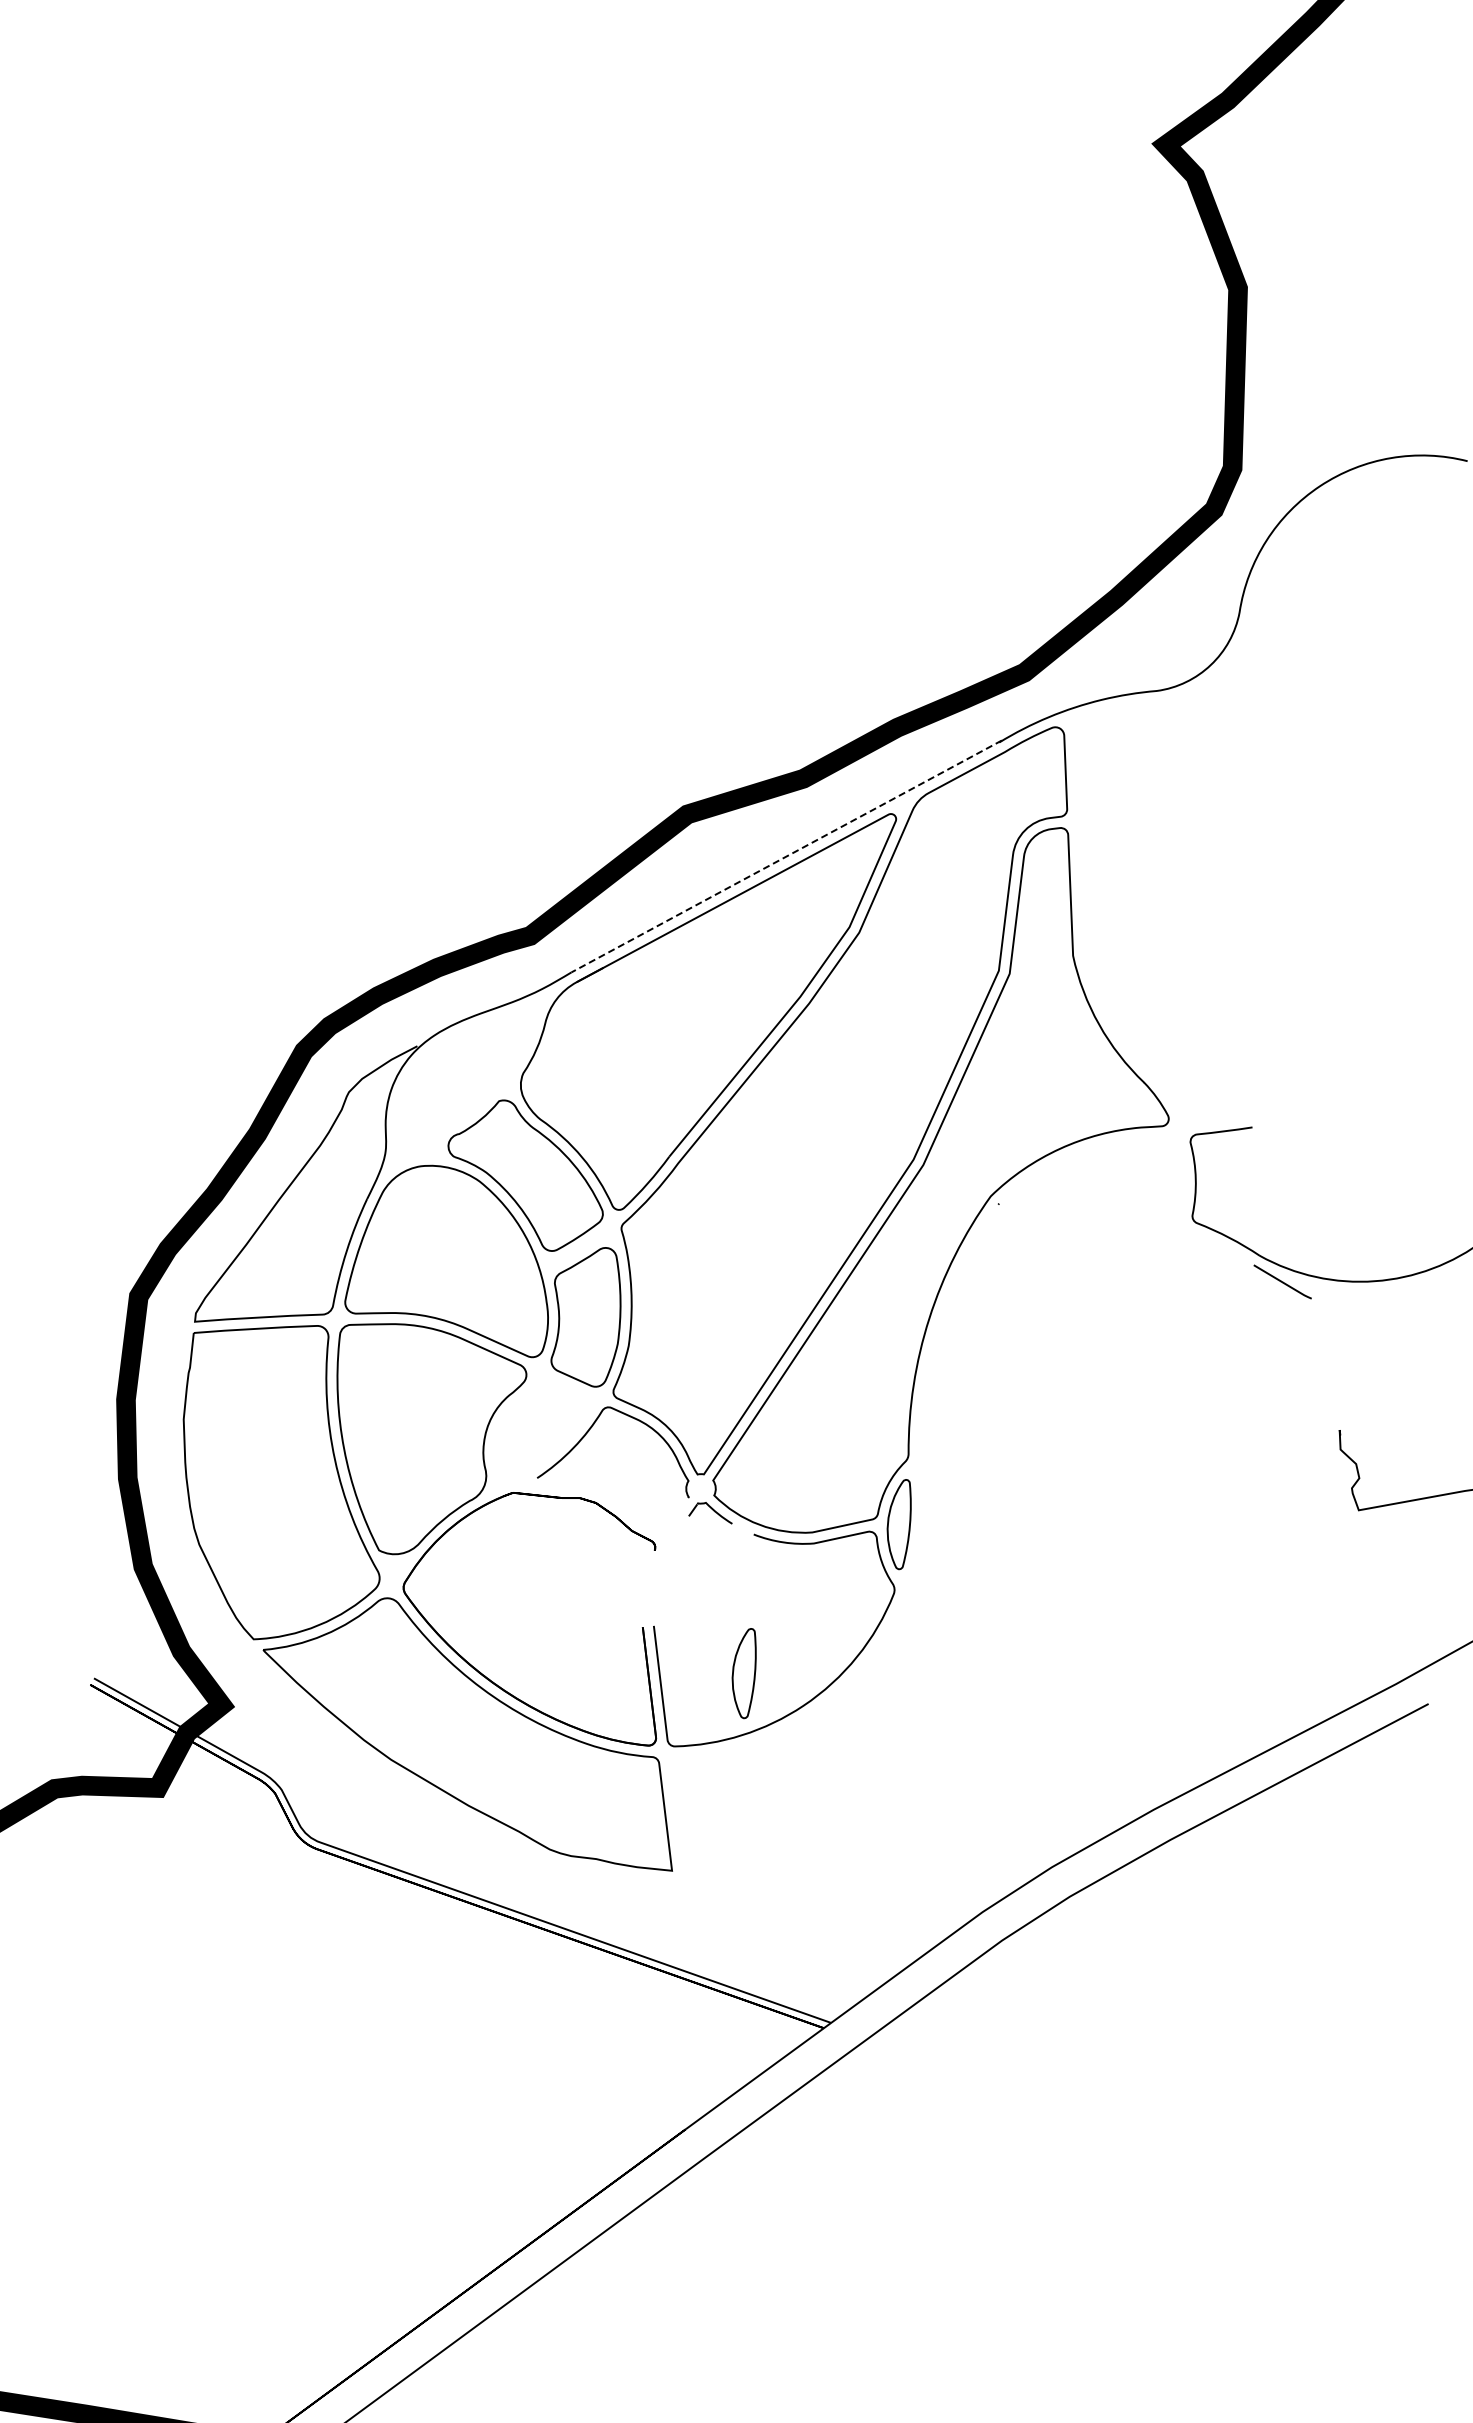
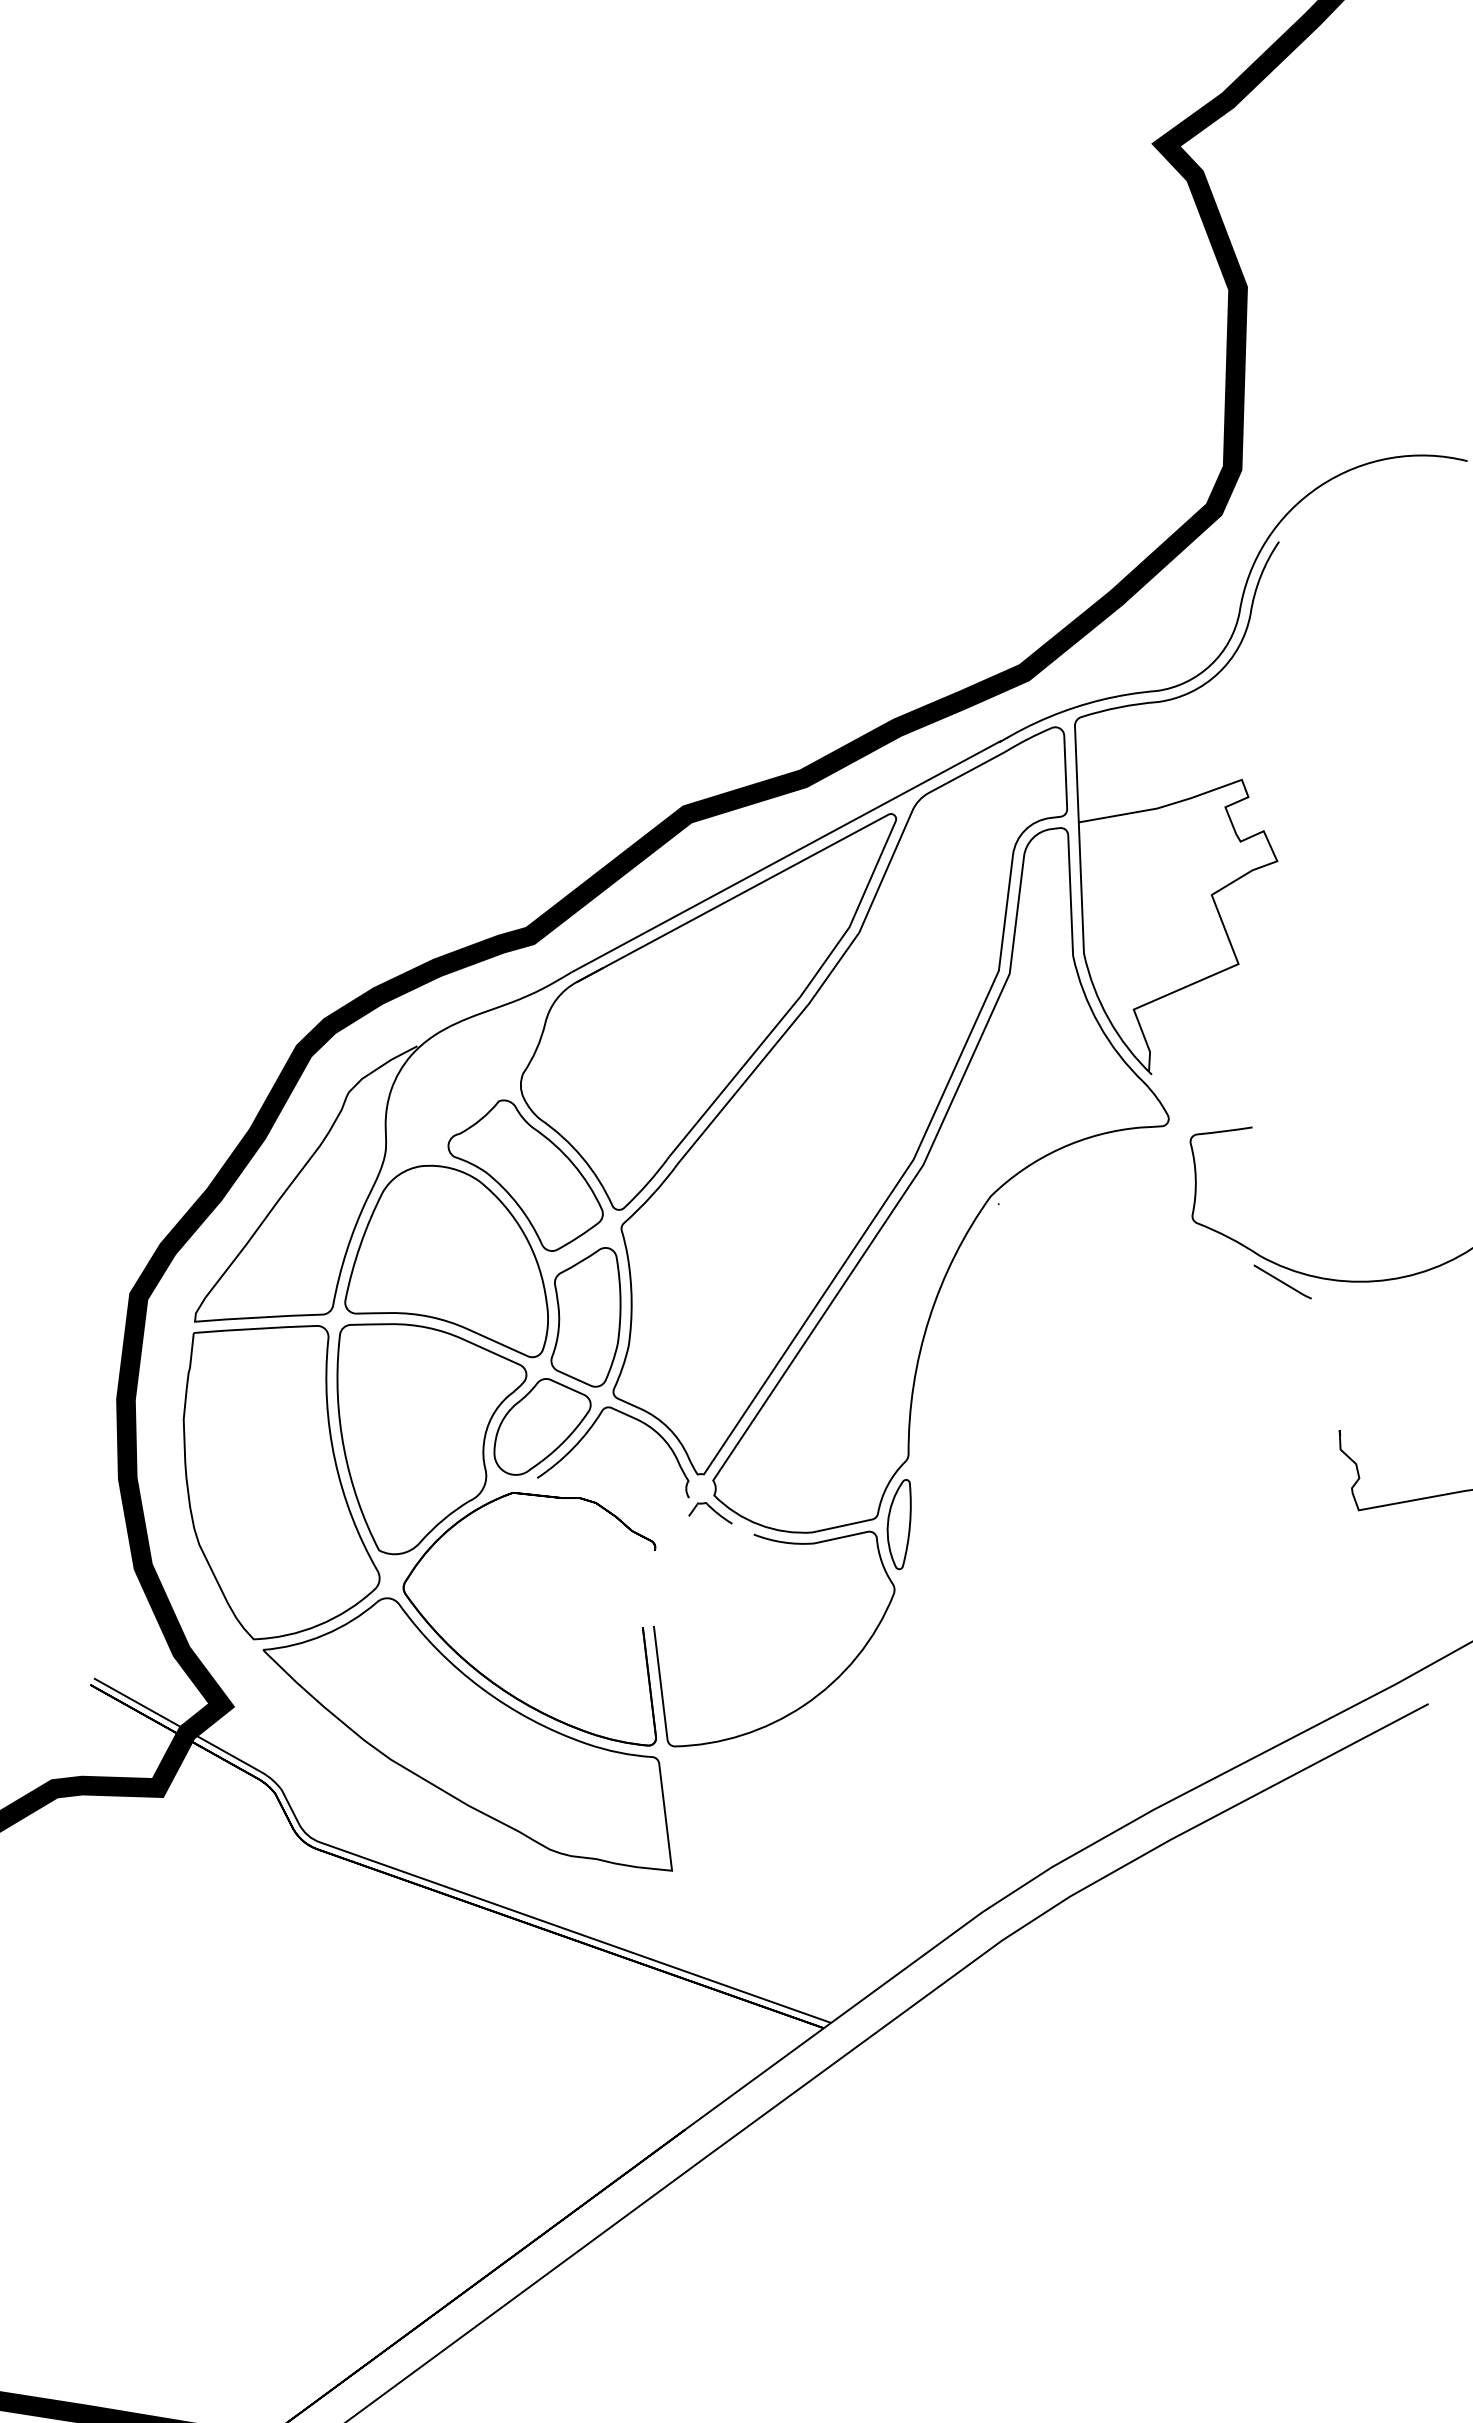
part at (1176, 808): none -> present
line at (786, 856): dashed -> solid
curve at (560, 1443): none -> present
part at (743, 1673): present -> none
